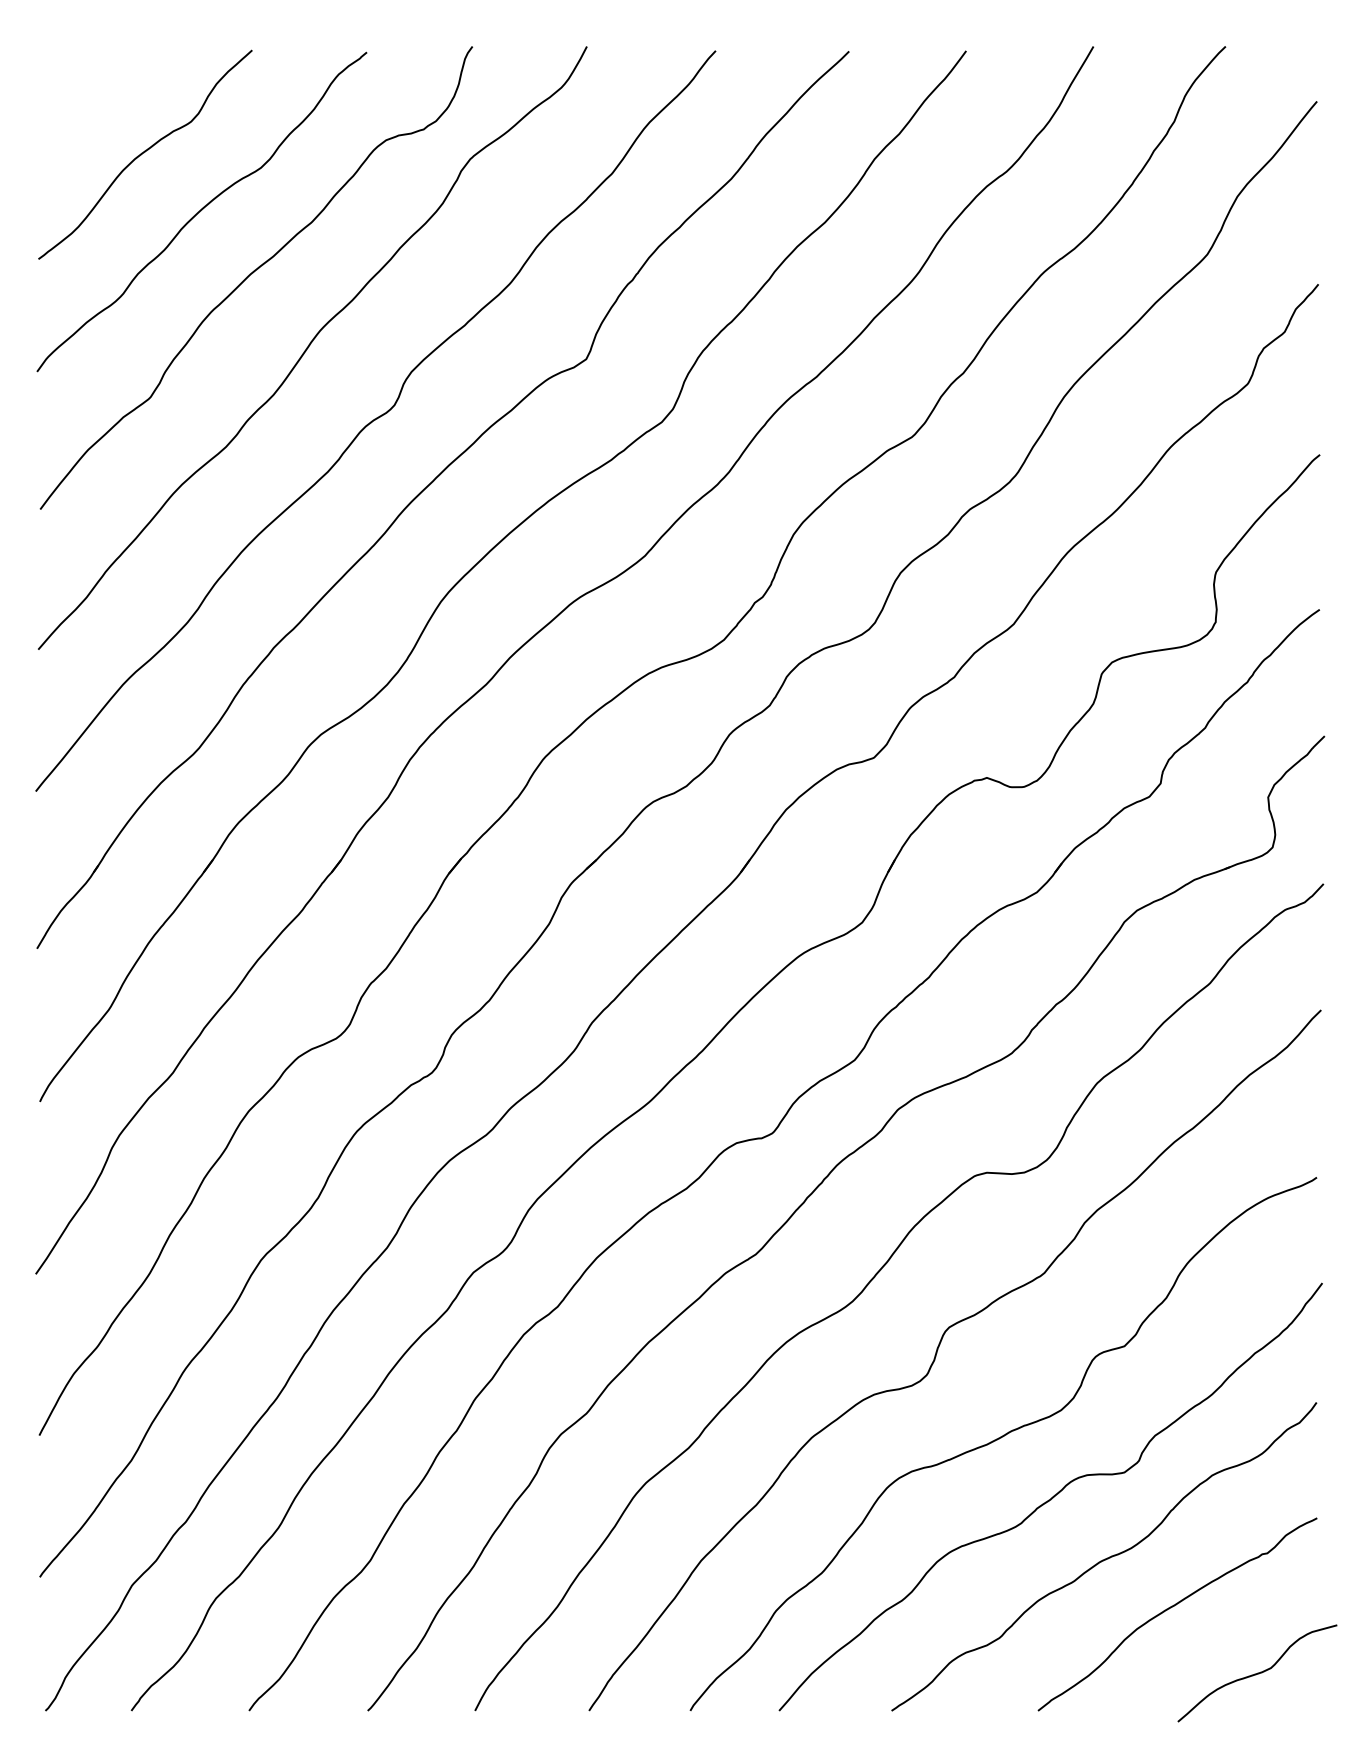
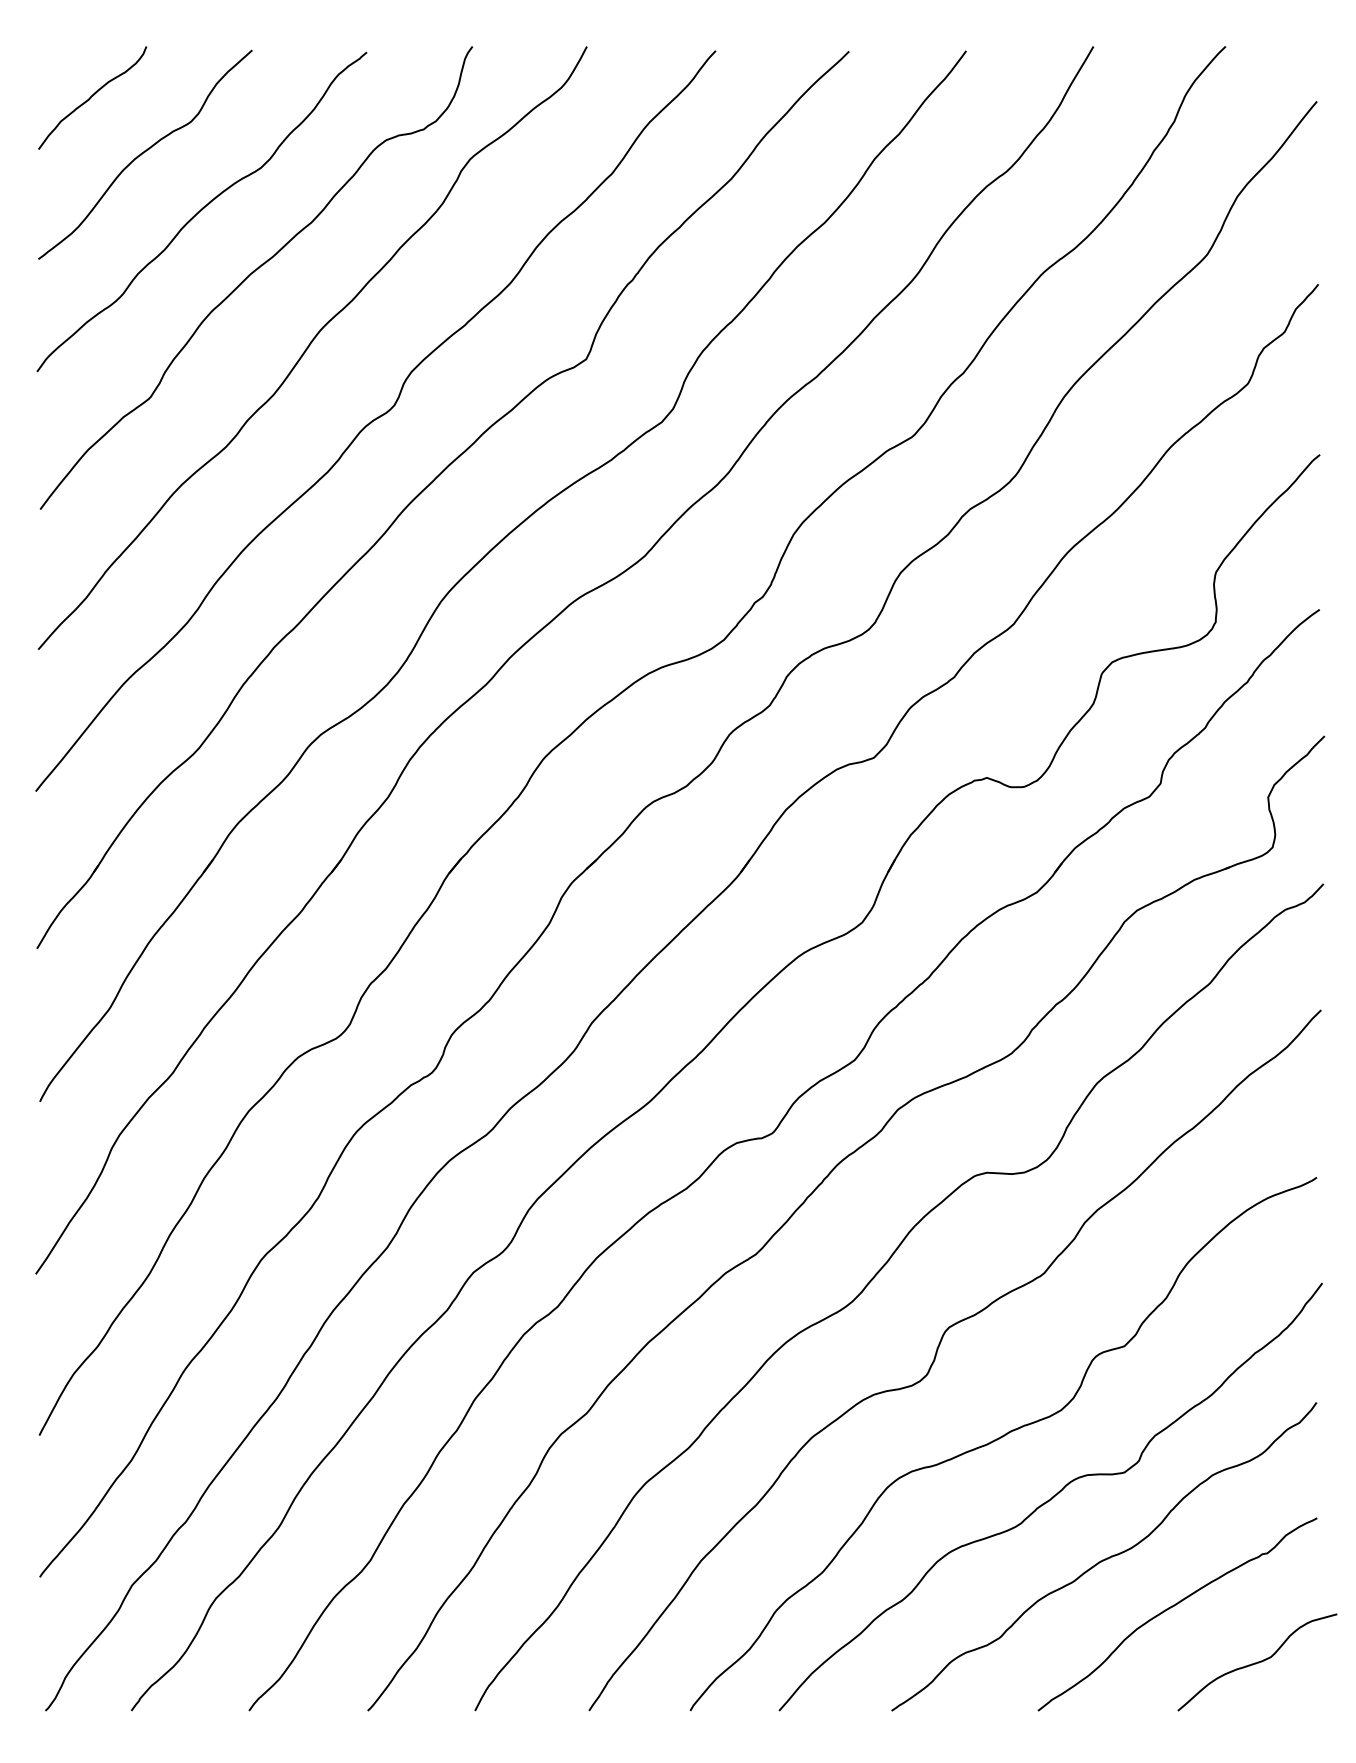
curve at (92, 96): none -> present
curve at (1257, 1673) position: (1257, 1673) -> (1257, 1662)
